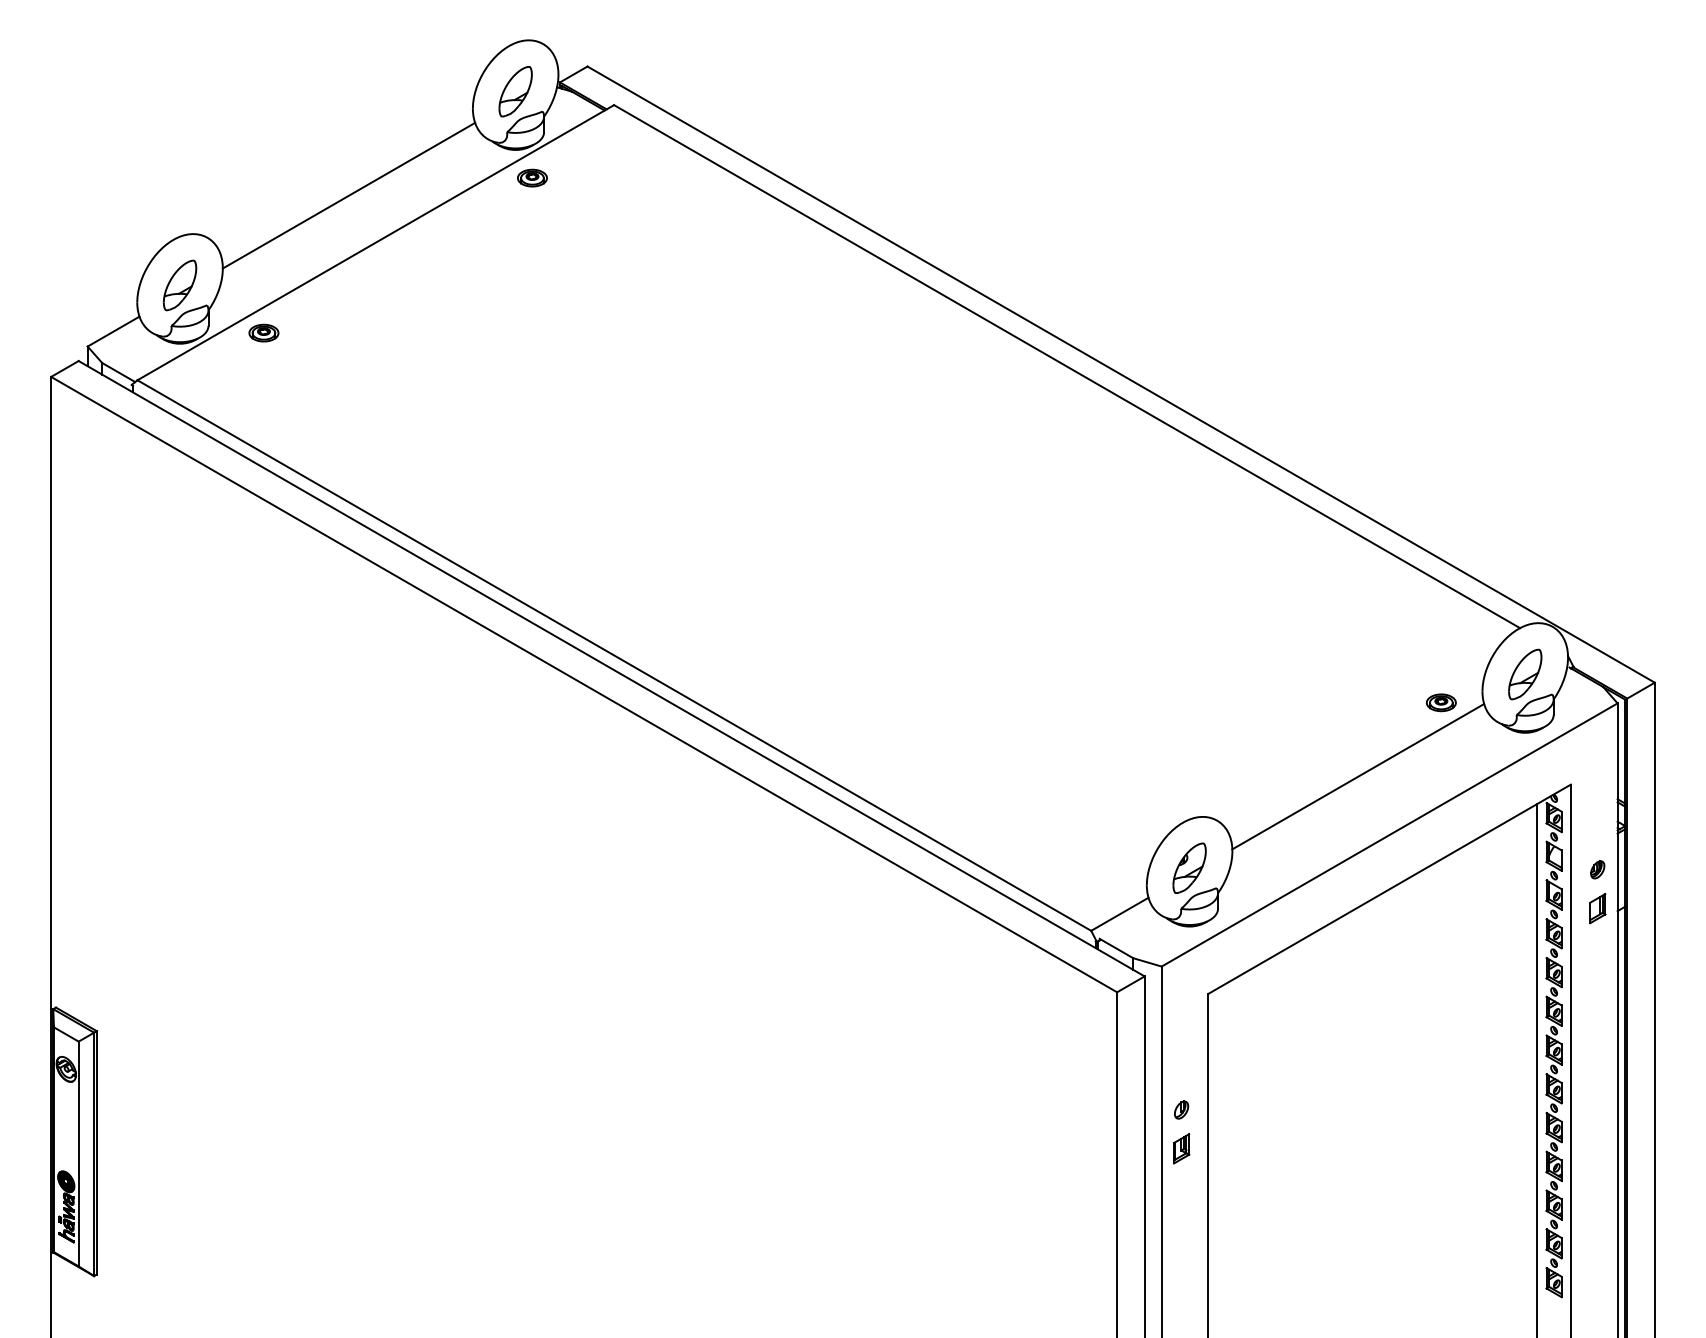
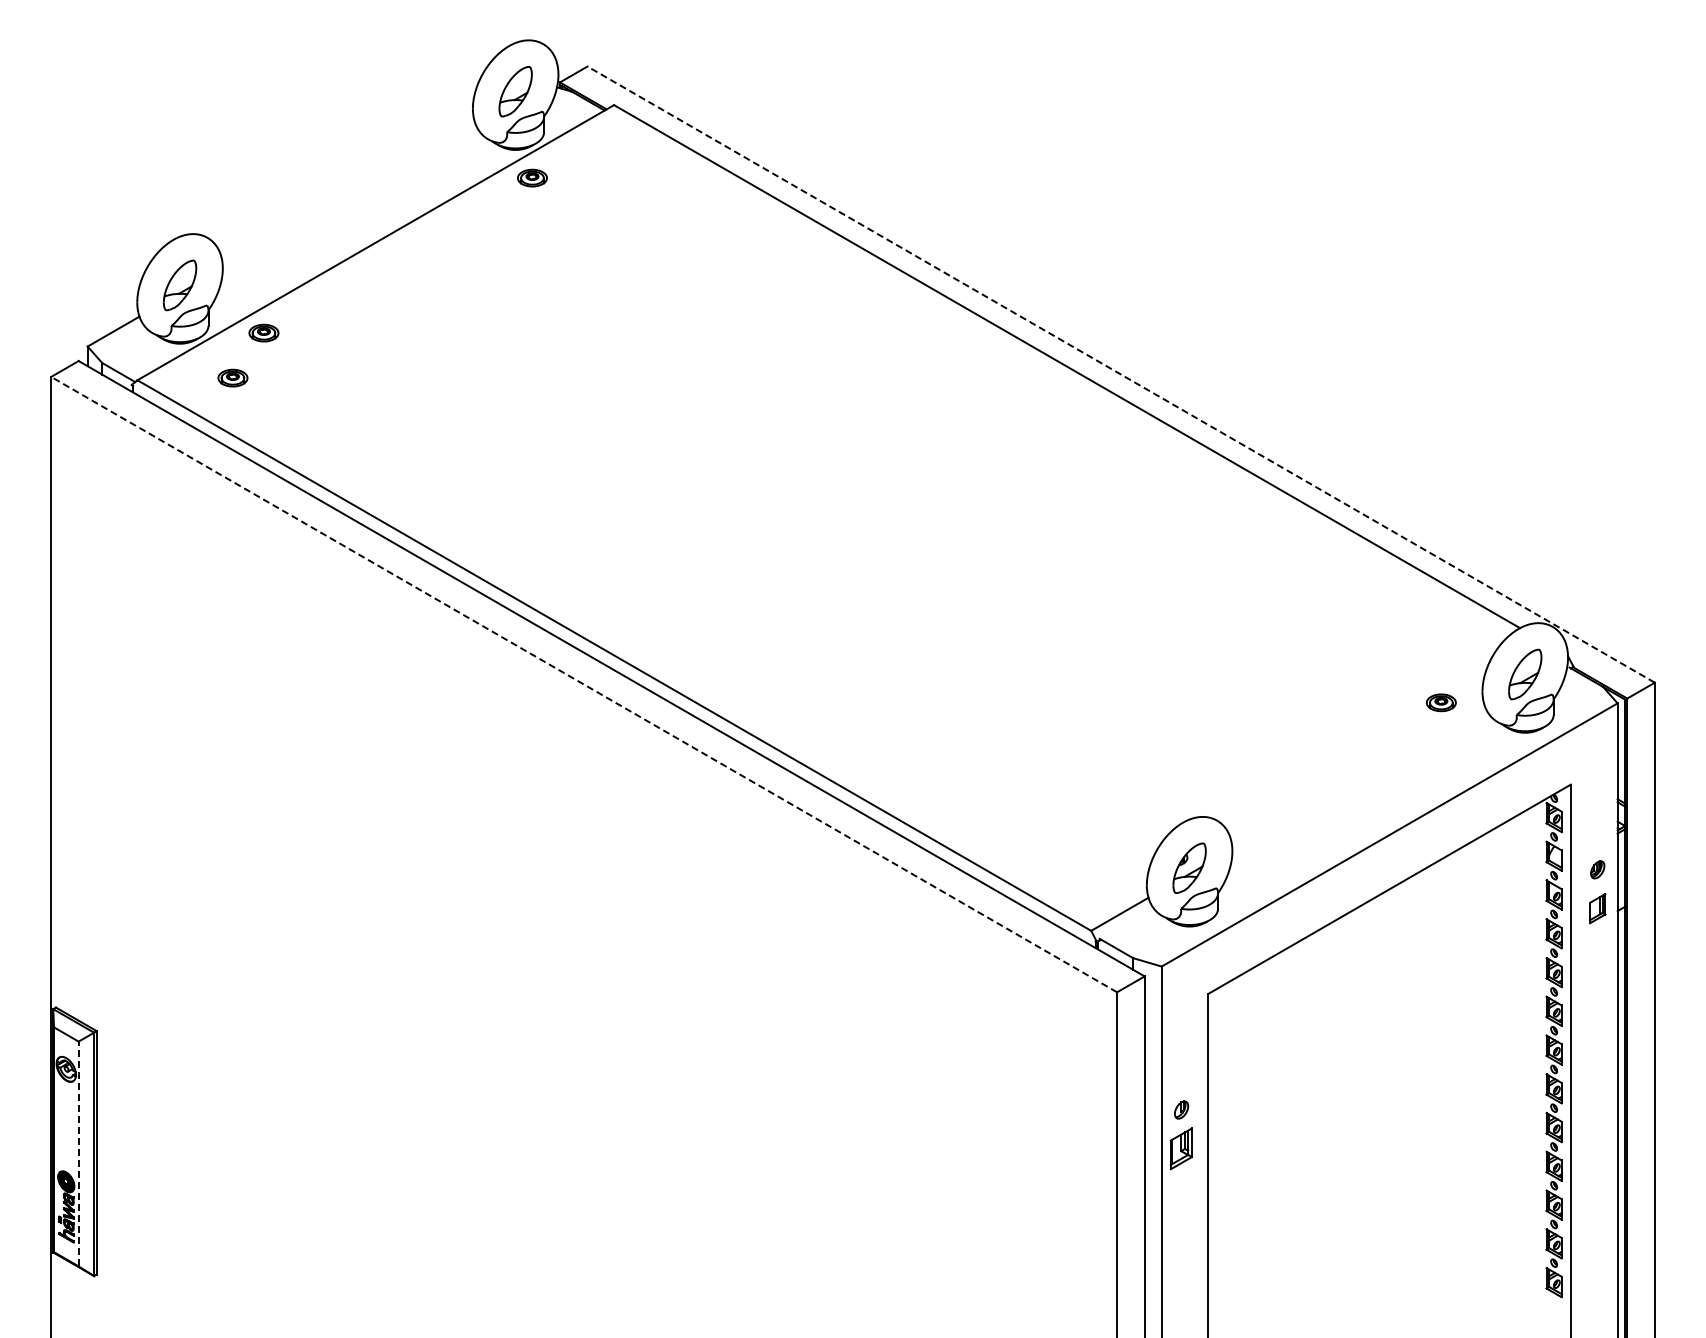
line at (348, 195): present -> none
line at (1120, 374): solid -> dashed
part at (232, 377): none -> present
line at (583, 684): solid -> dashed
line at (1358, 776): present -> none
line at (1537, 1068): present -> none
part at (1181, 1148) size: 18x32 px -> 24x44 px
line at (78, 1153): solid -> dashed
